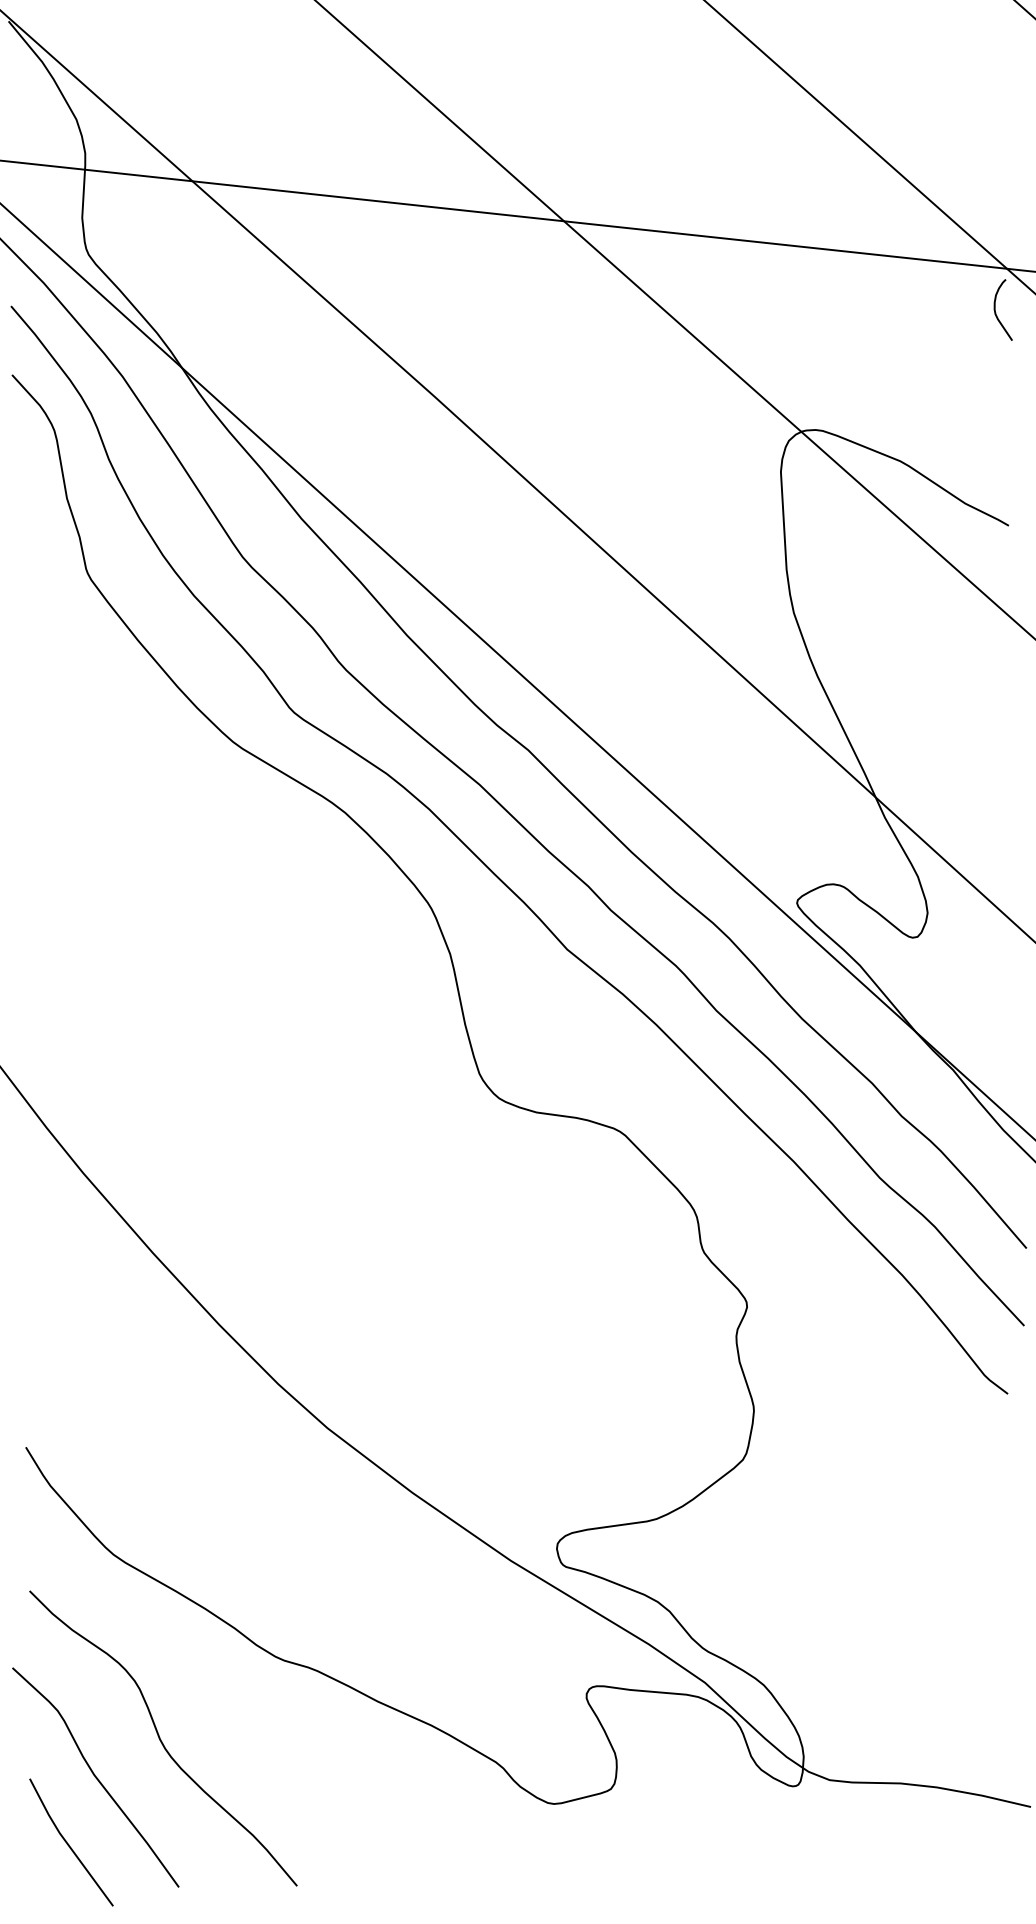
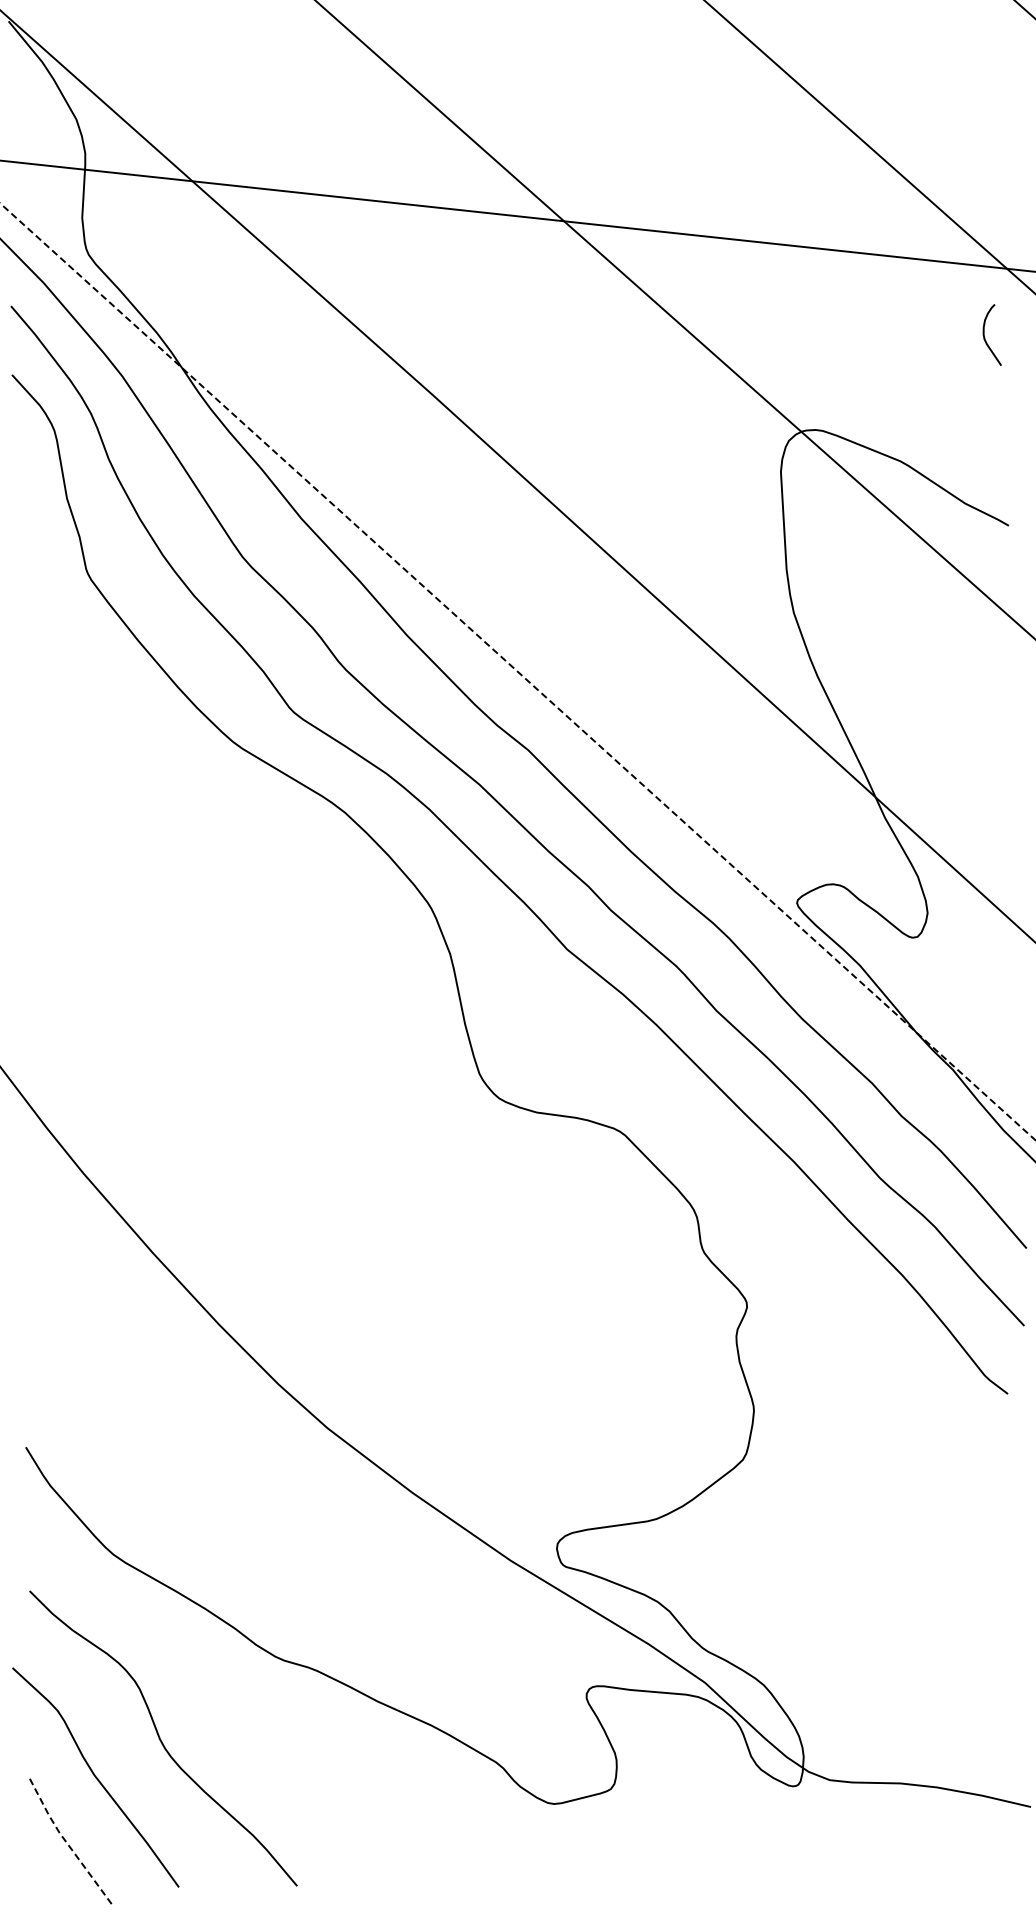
curve at (996, 312) position: (996, 312) -> (985, 337)
line at (518, 672): solid -> dashed
line at (67, 1843): solid -> dashed
